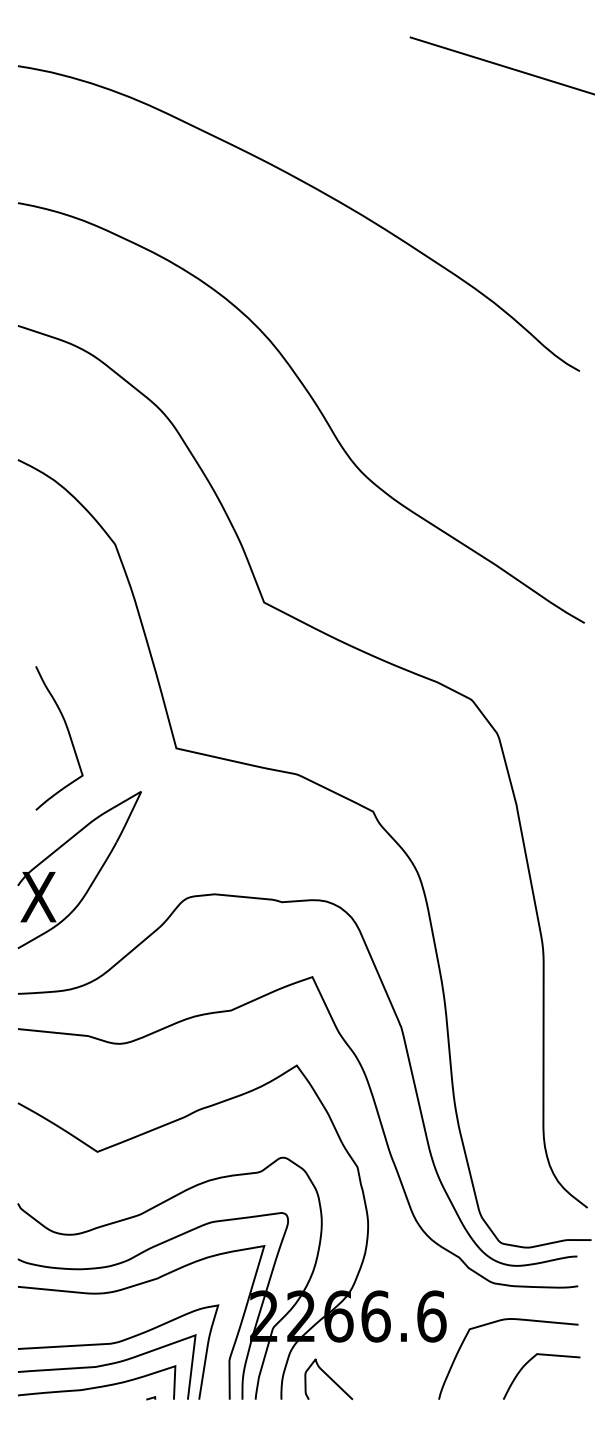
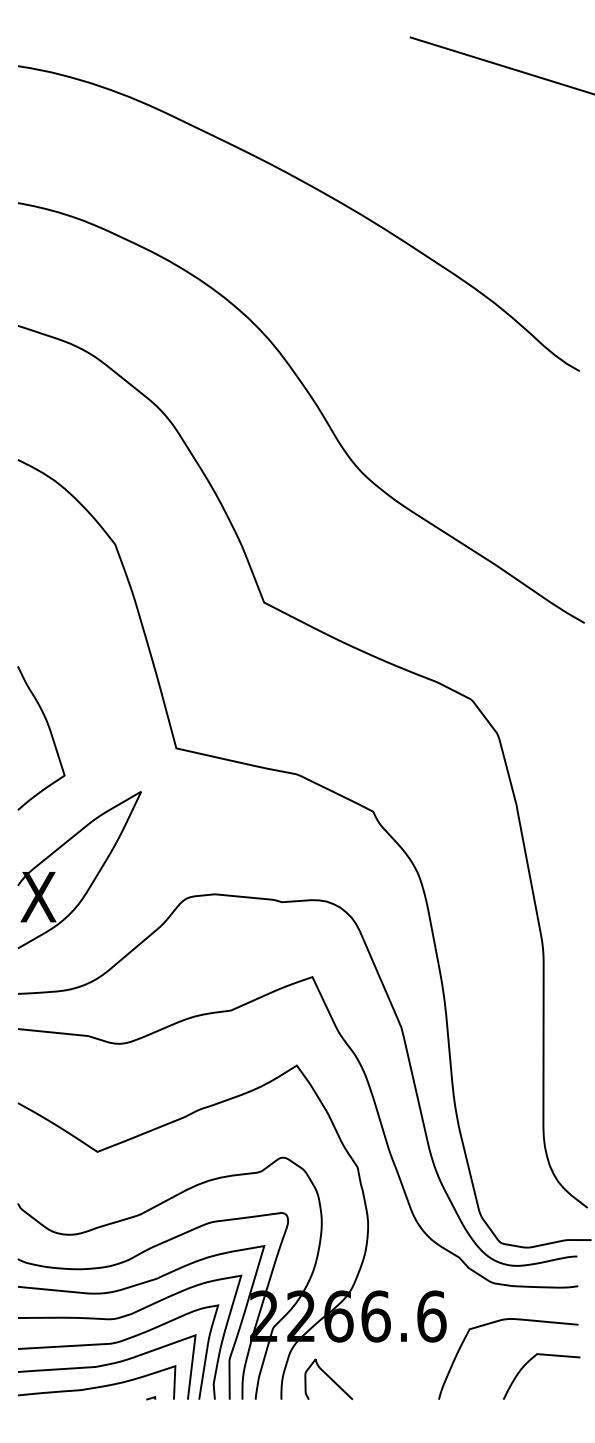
curve at (68, 734) position: (68, 734) -> (50, 734)
curve at (124, 1317): none -> present
